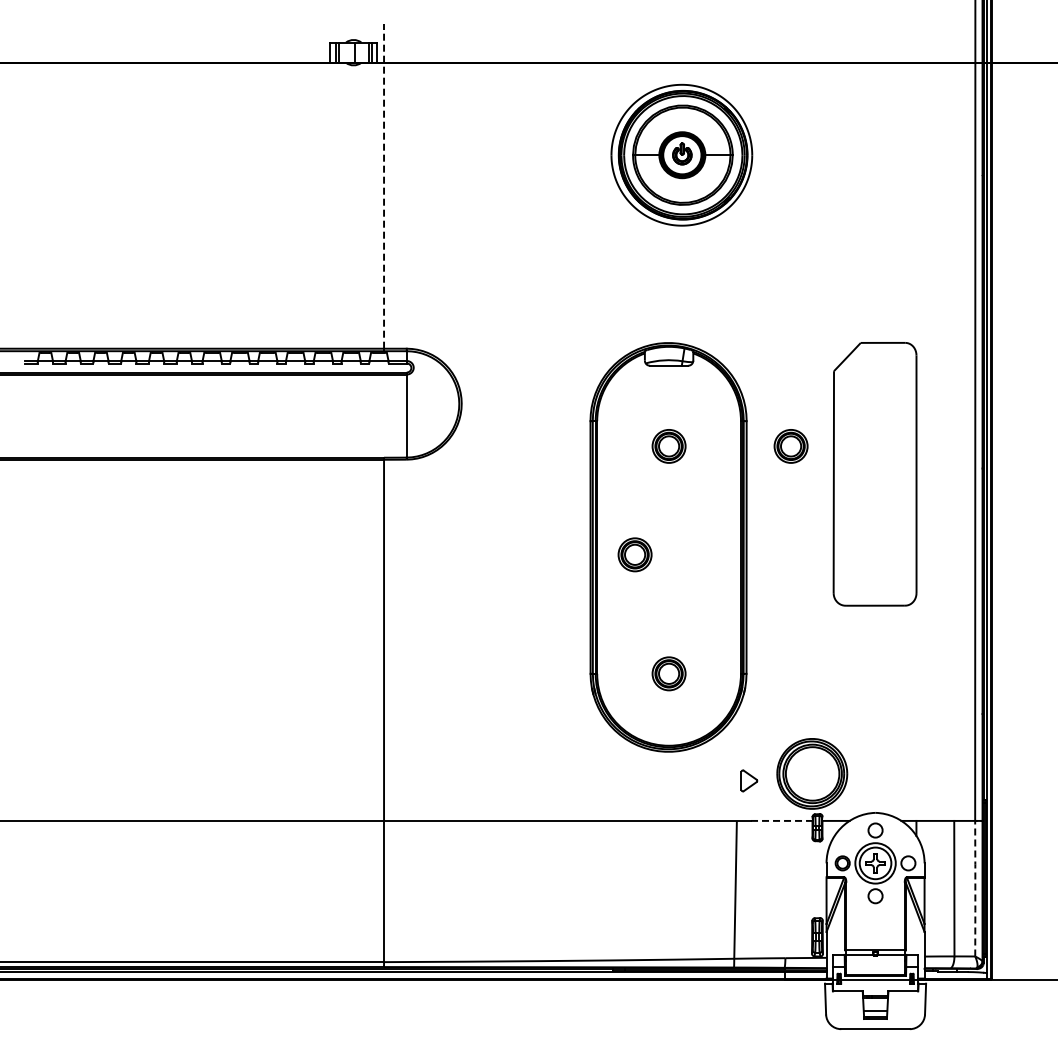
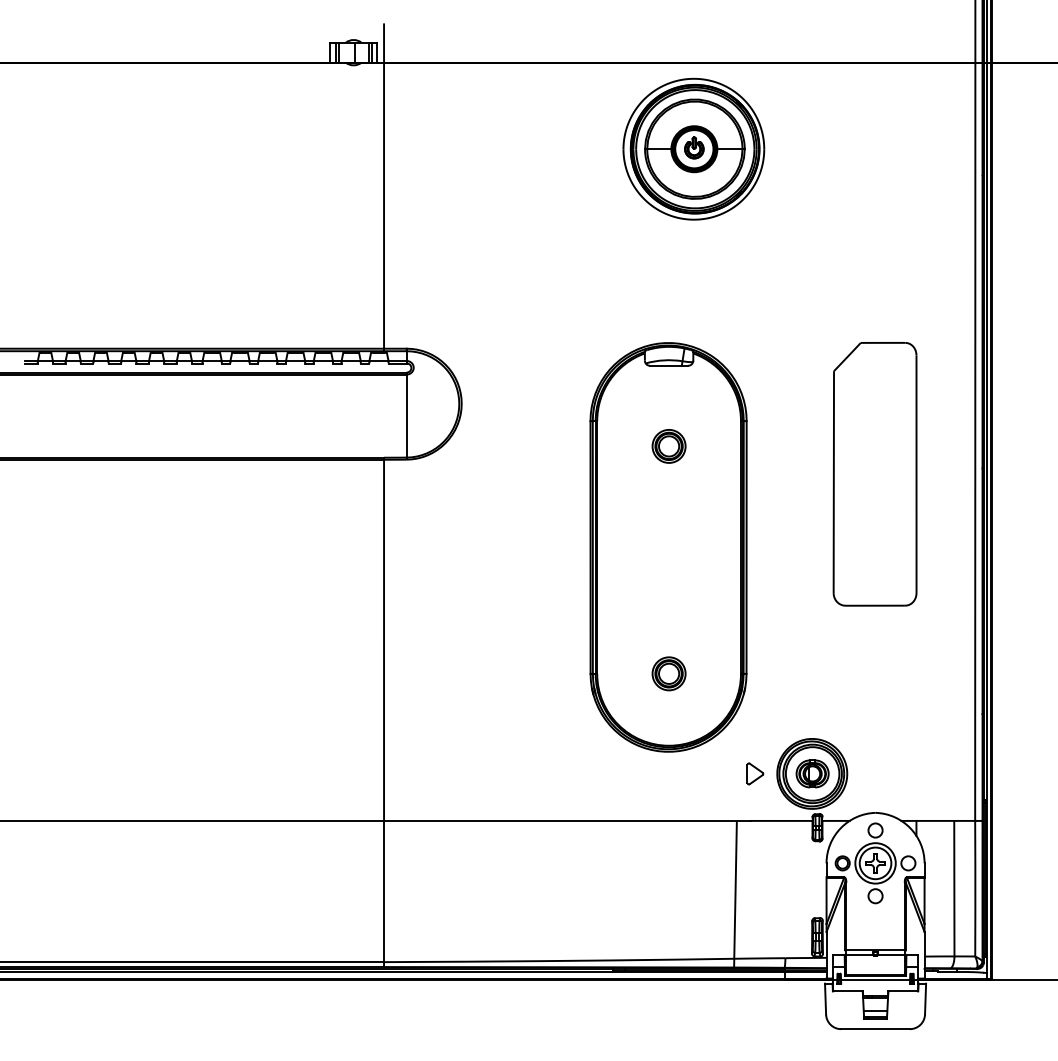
part at (681, 154) position: (681, 154) -> (693, 148)
line at (384, 186): dashed -> solid
part at (790, 446): present -> none
part at (634, 554): present -> none
part at (812, 773): none -> present
part at (749, 780) position: (749, 780) -> (755, 773)
line at (781, 820): dashed -> solid
line at (975, 888): dashed -> solid
